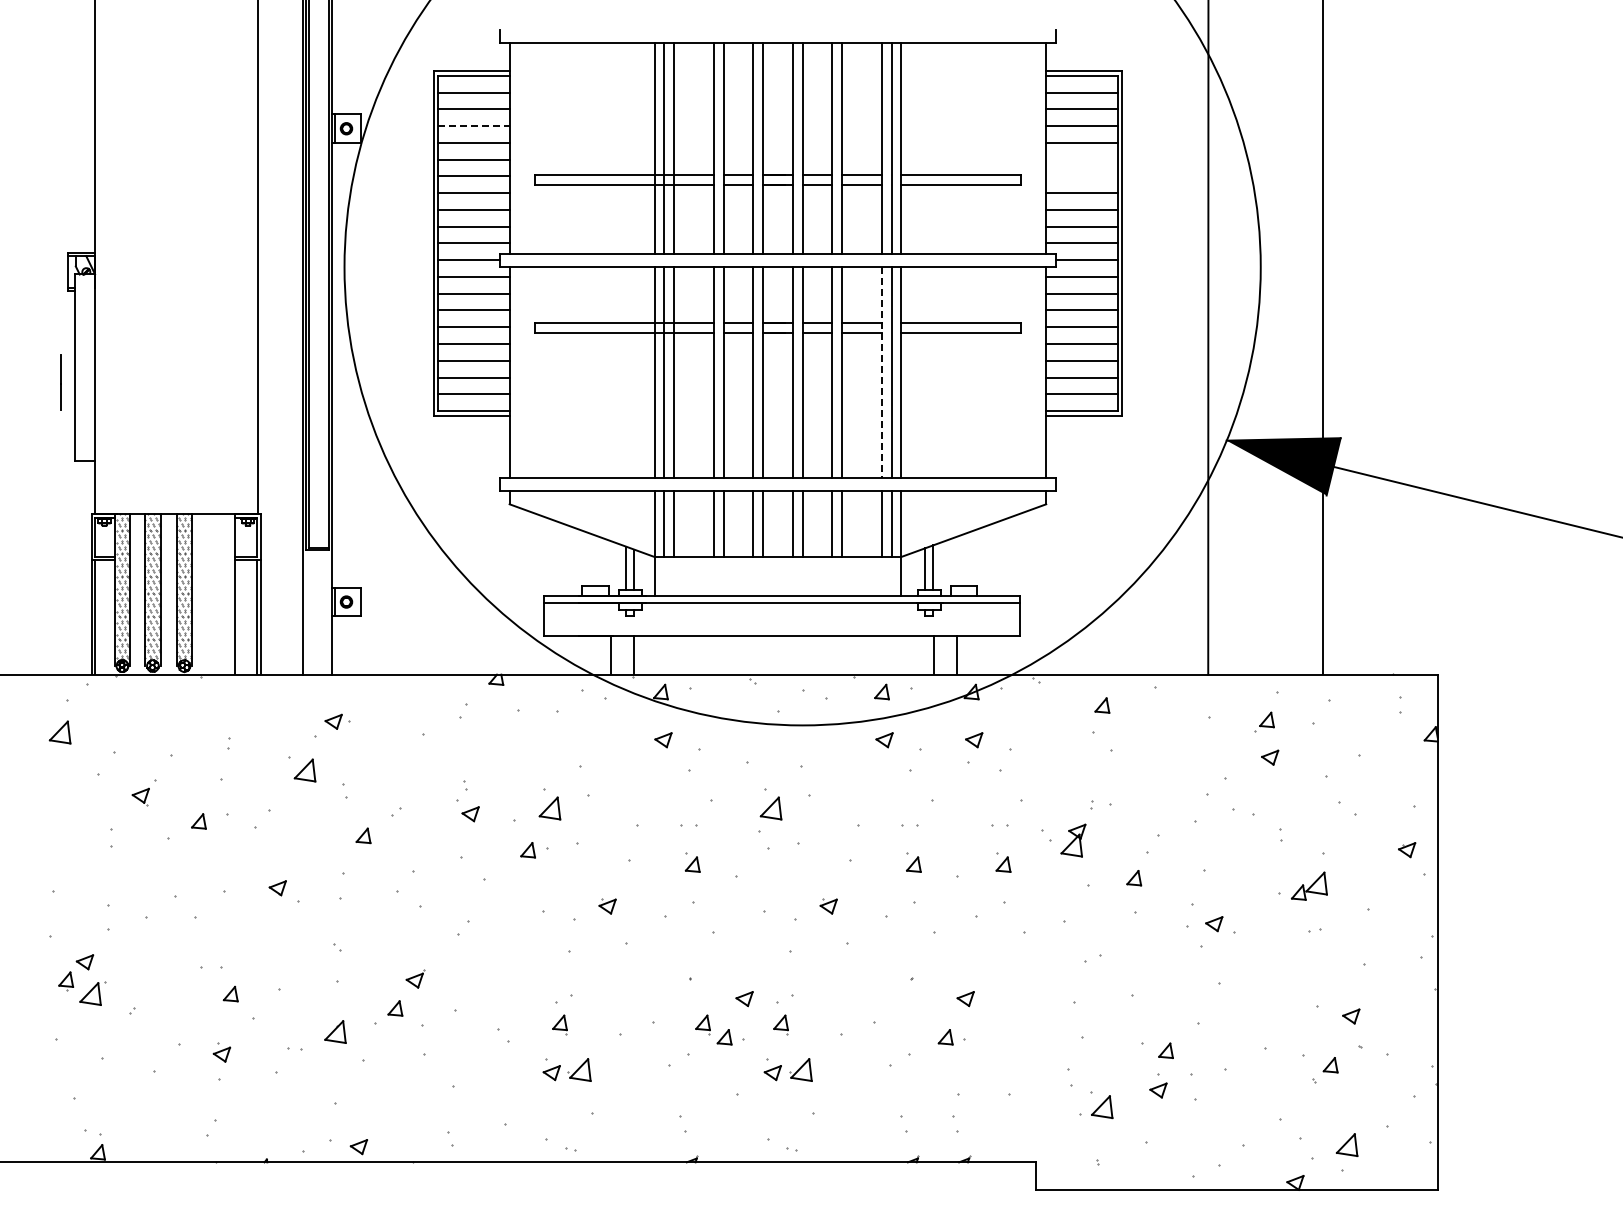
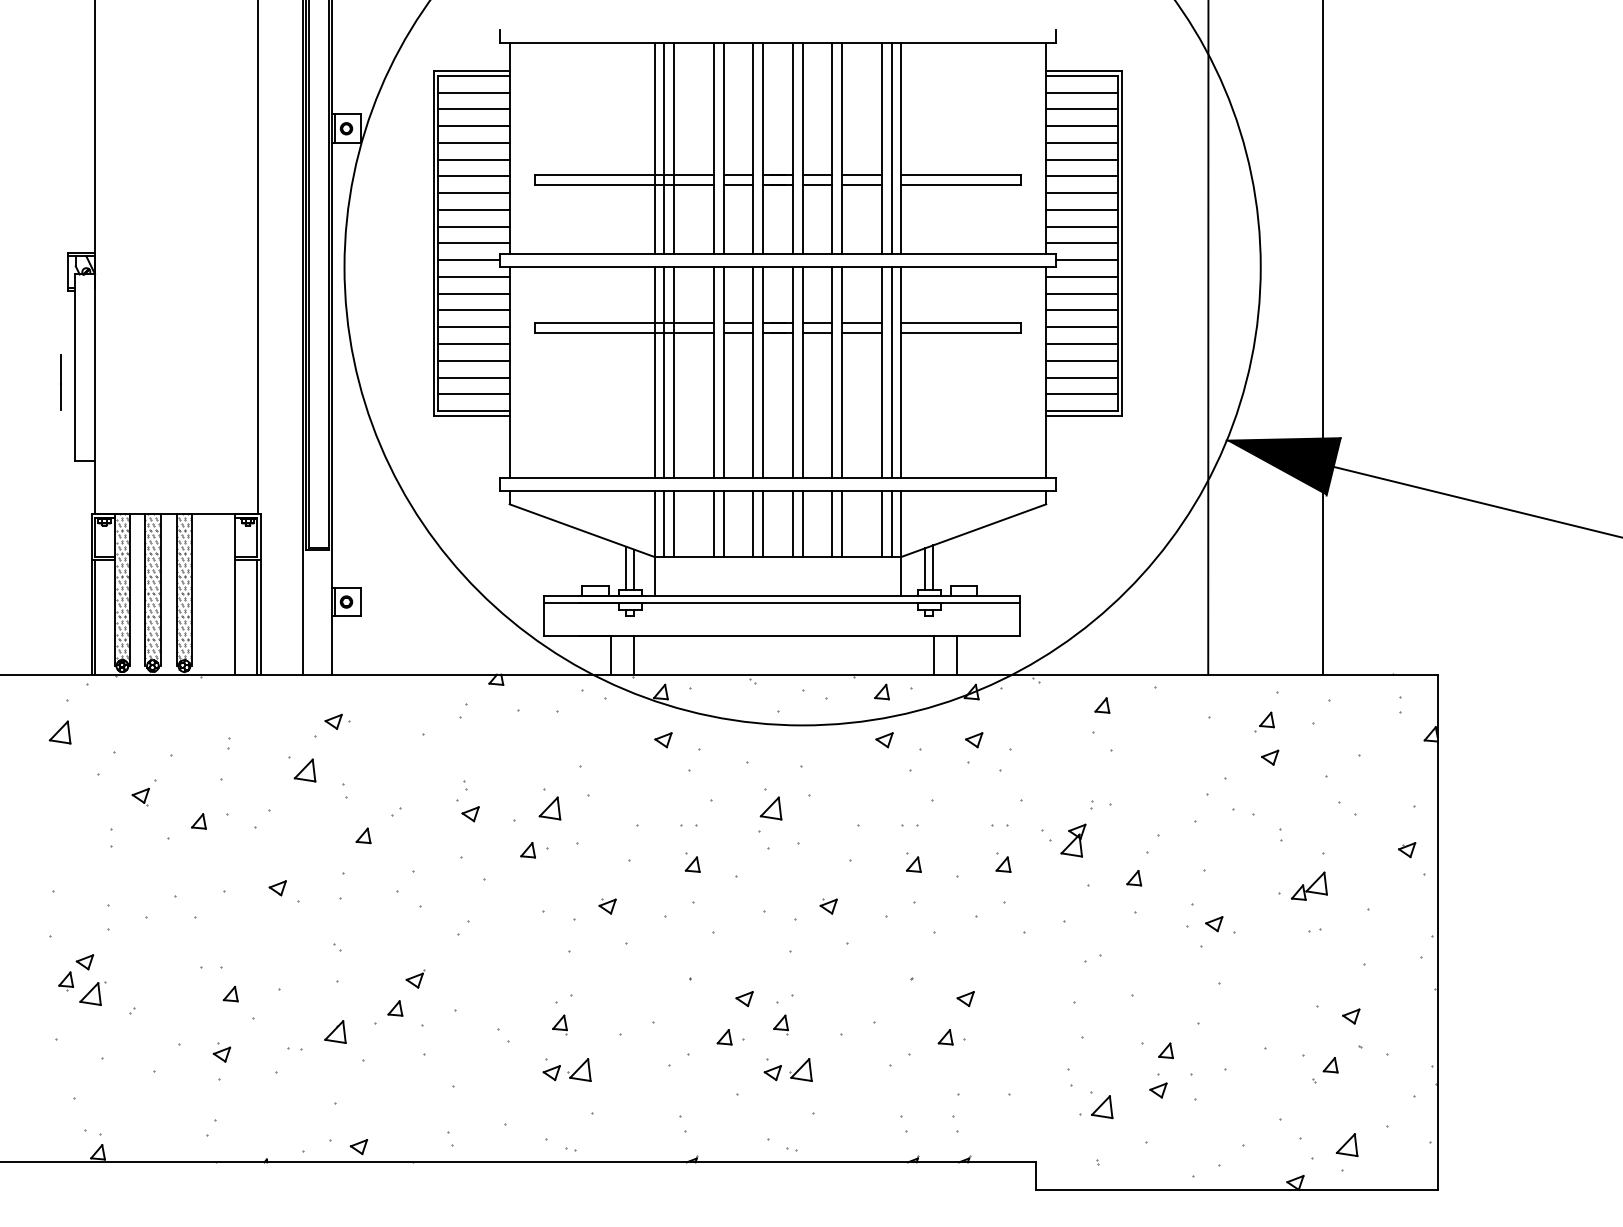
line at (473, 126): dashed -> solid
line at (1081, 159): none -> present
line at (1081, 176): none -> present
line at (881, 373): dashed -> solid
part at (702, 1024): present -> none
